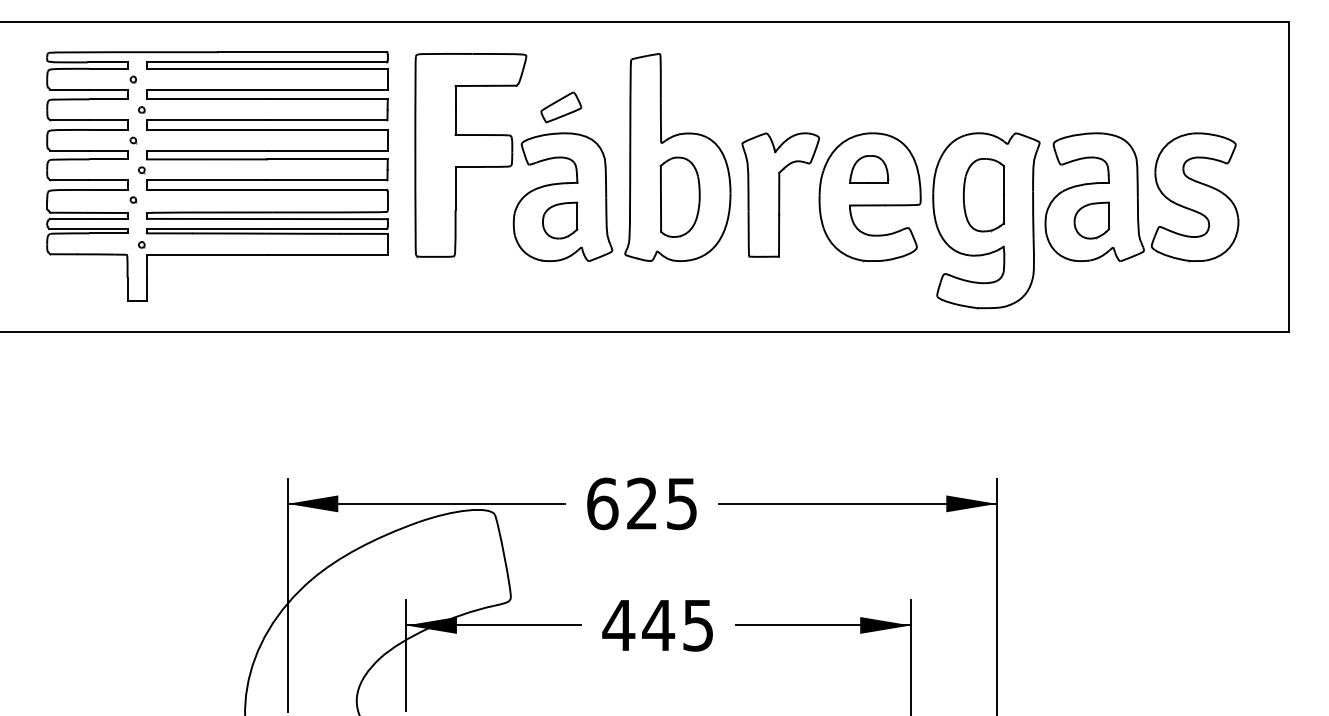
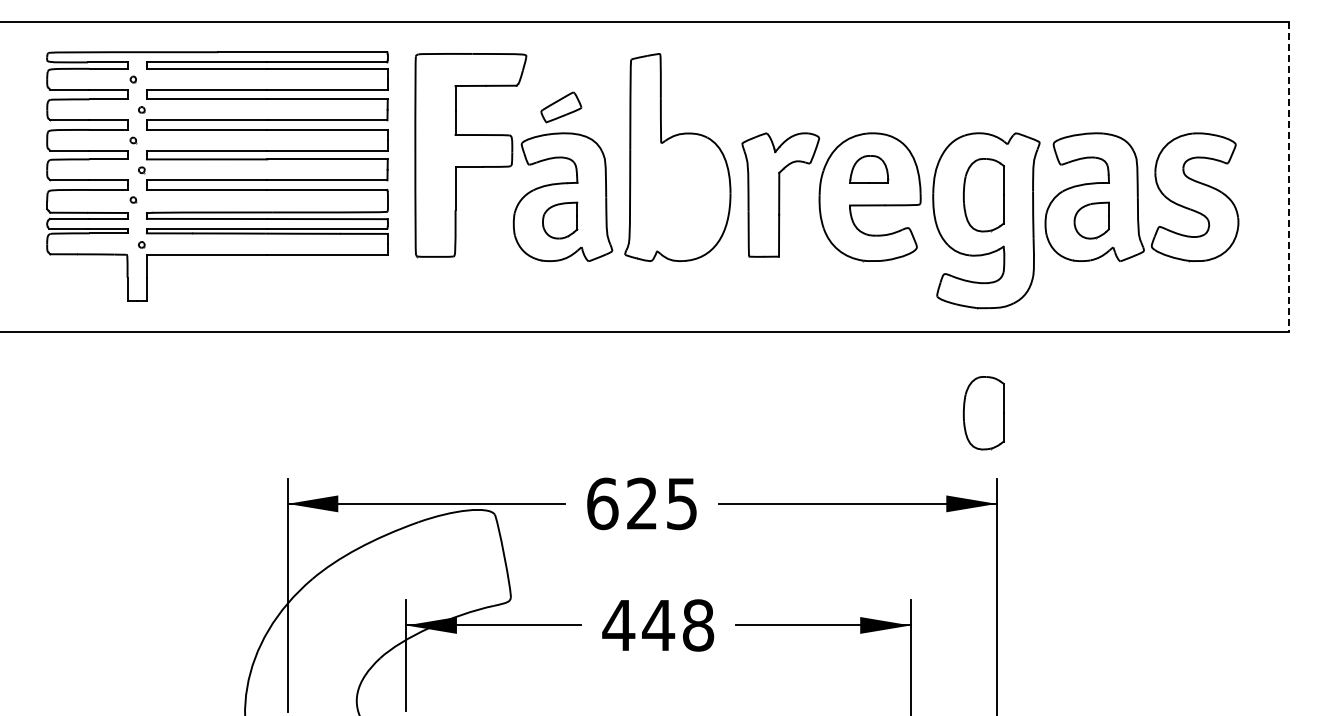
line at (1289, 177): solid -> dashed
part at (679, 196): present -> none
part at (983, 413): none -> present
text at (698, 625): 445 -> 448
